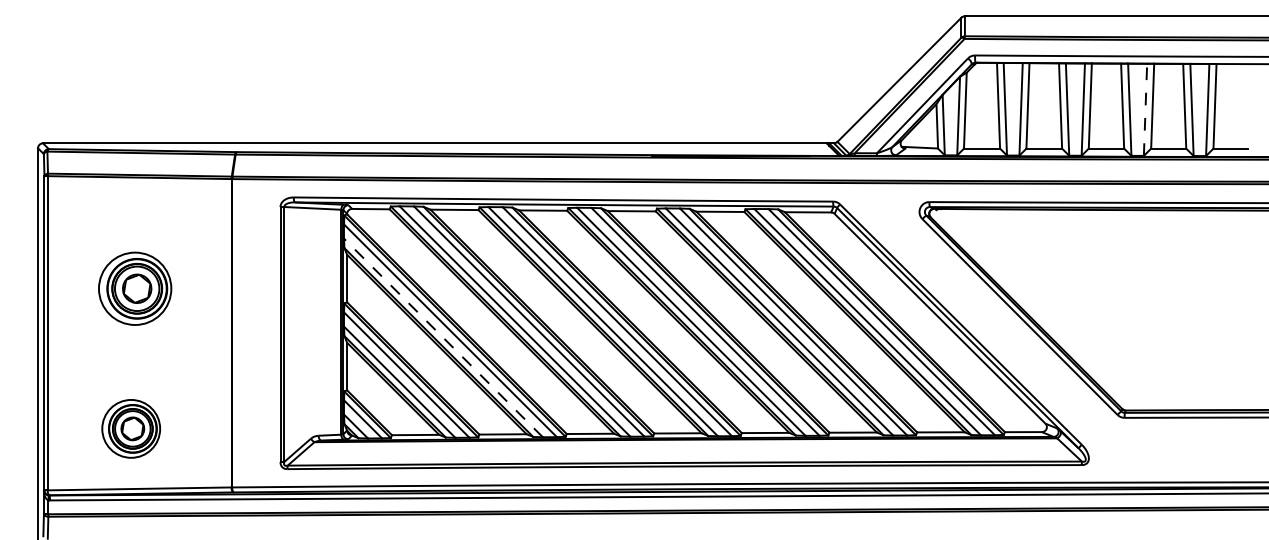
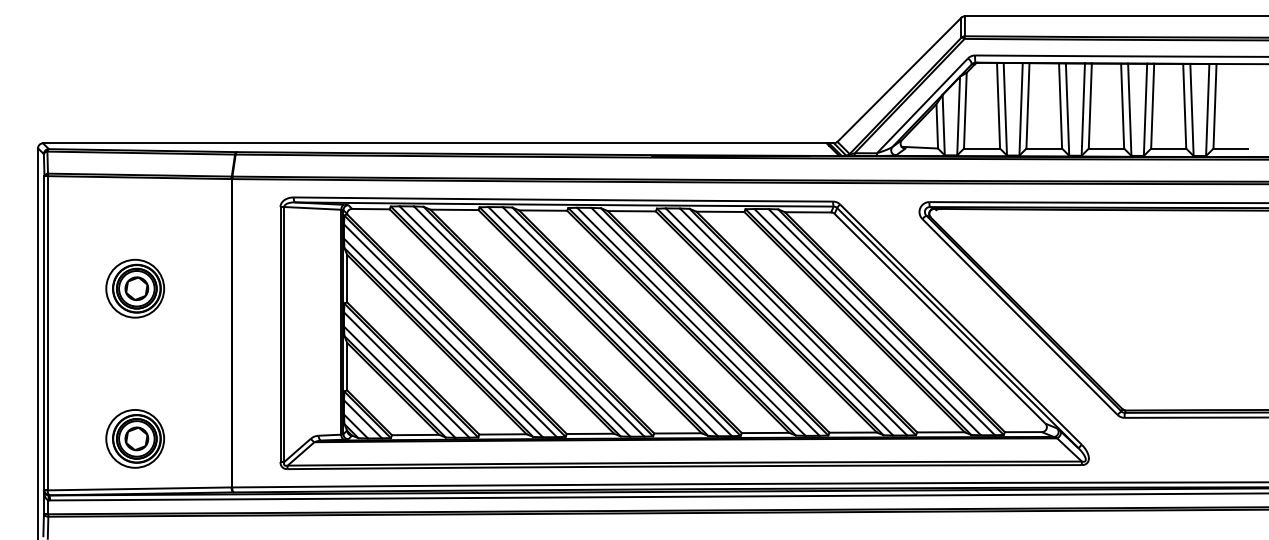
line at (1145, 109): dashed -> solid
part at (135, 288) size: 75x75 px -> 61x61 px
line at (443, 337): dashed -> solid
part at (131, 428) position: (131, 428) -> (135, 438)
